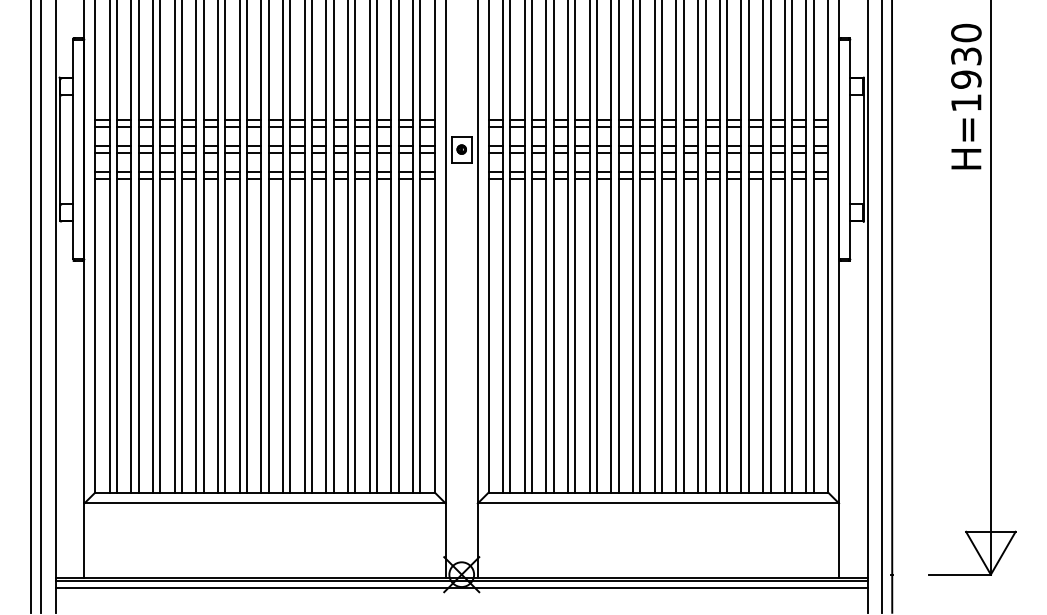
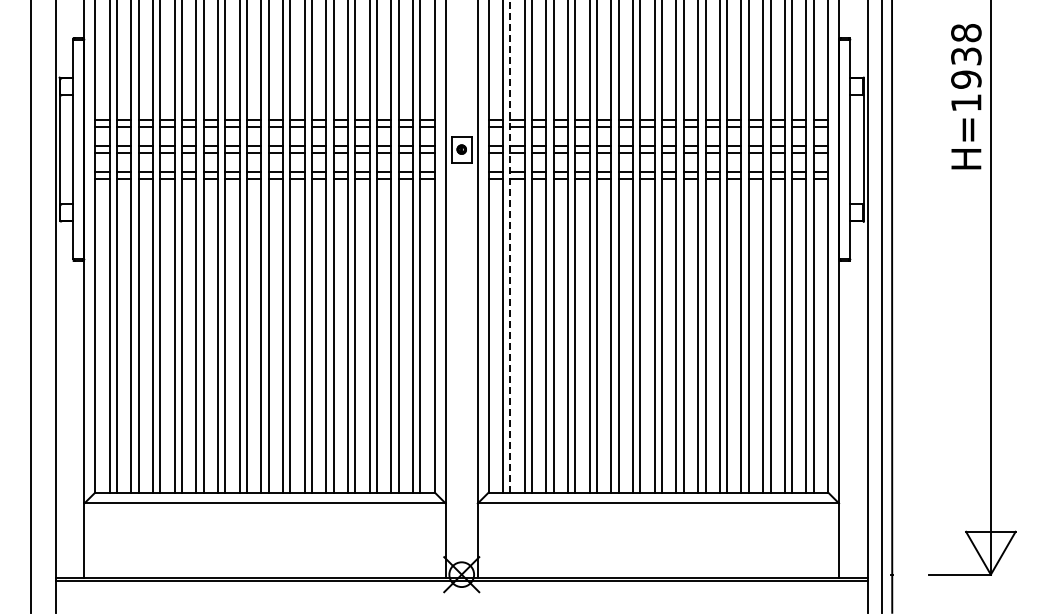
text at (966, 32): H=1930 -> H=1938
line at (510, 246): solid -> dashed
line at (41, 306): present -> none
line at (461, 588): present -> none
